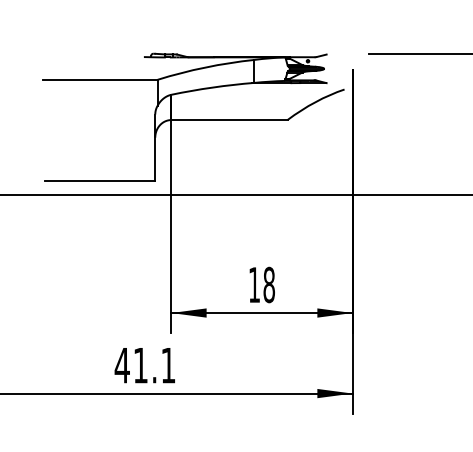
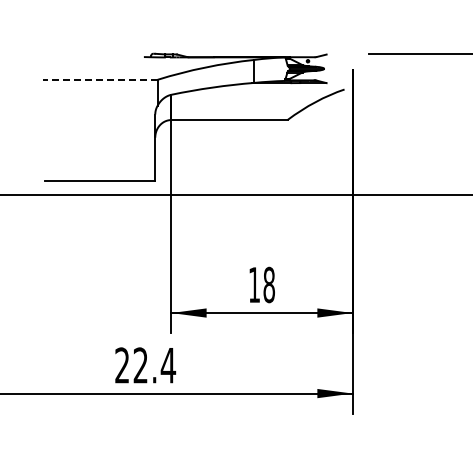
line at (100, 79): solid -> dashed
text at (145, 365): 41.1 -> 22.4
